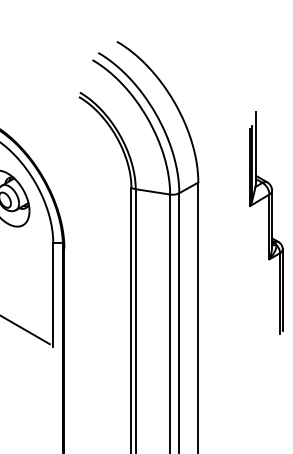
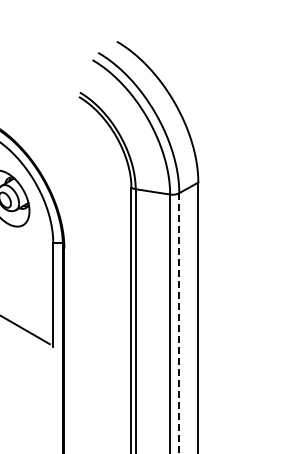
part at (266, 222): present -> none
line at (179, 323): solid -> dashed
